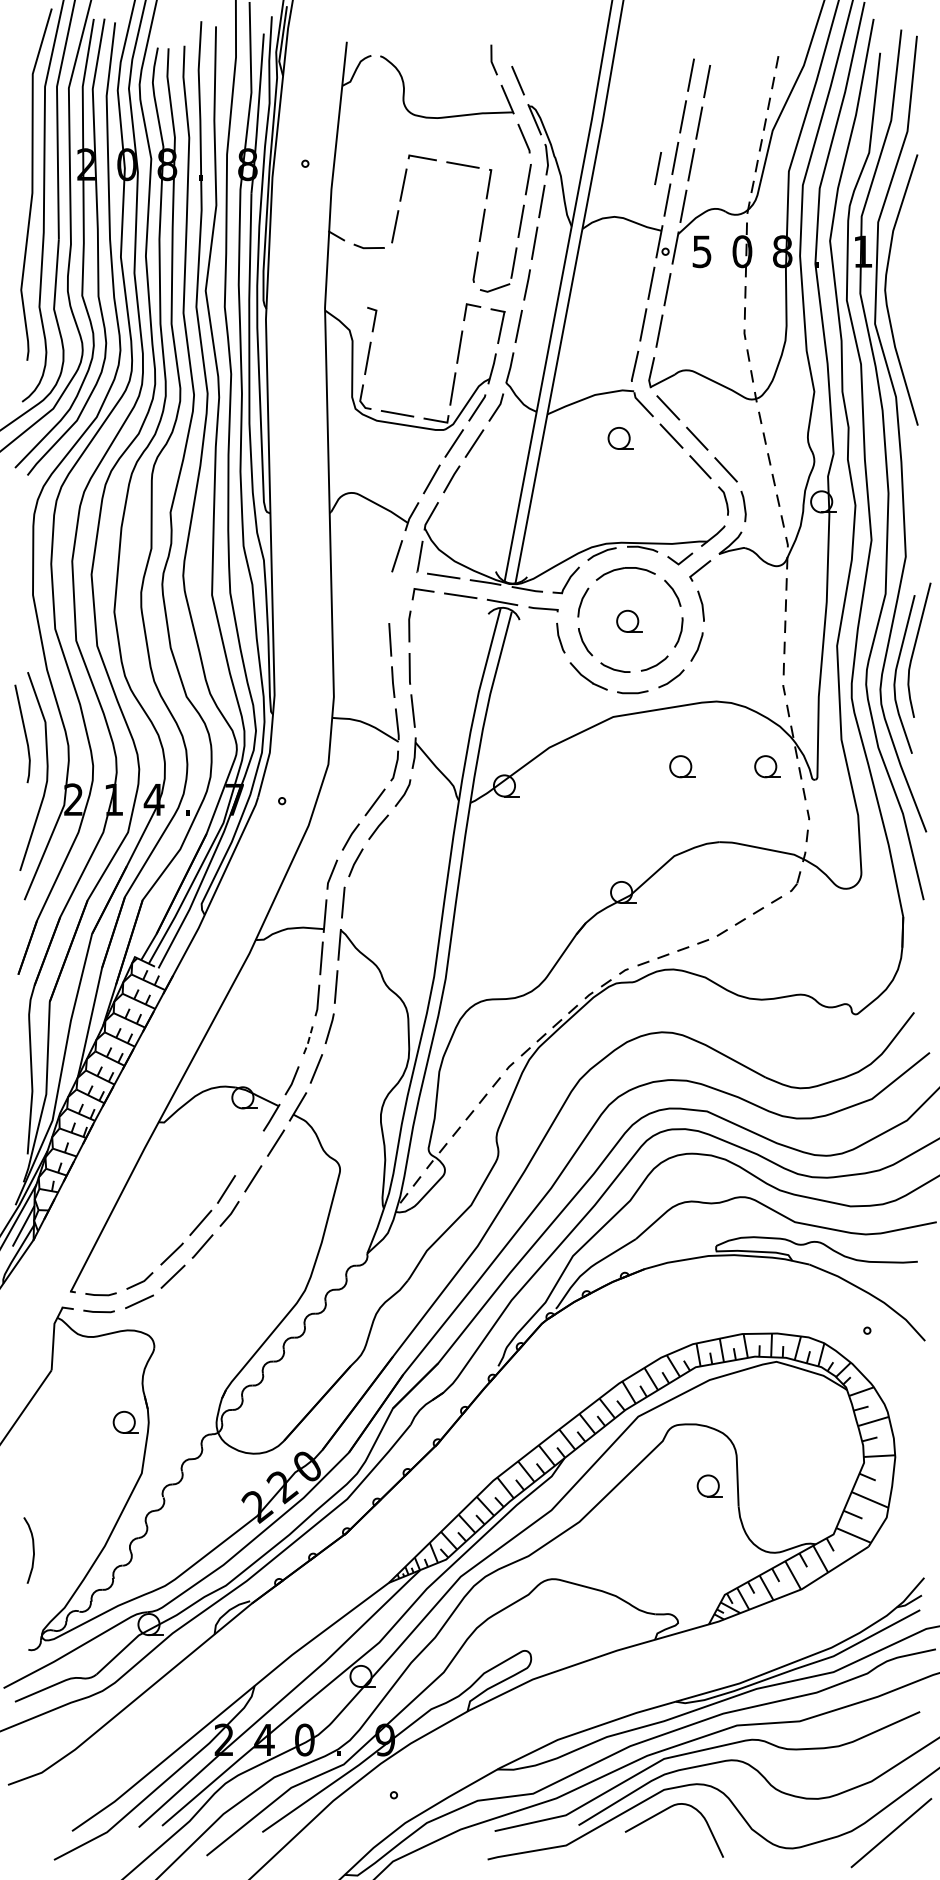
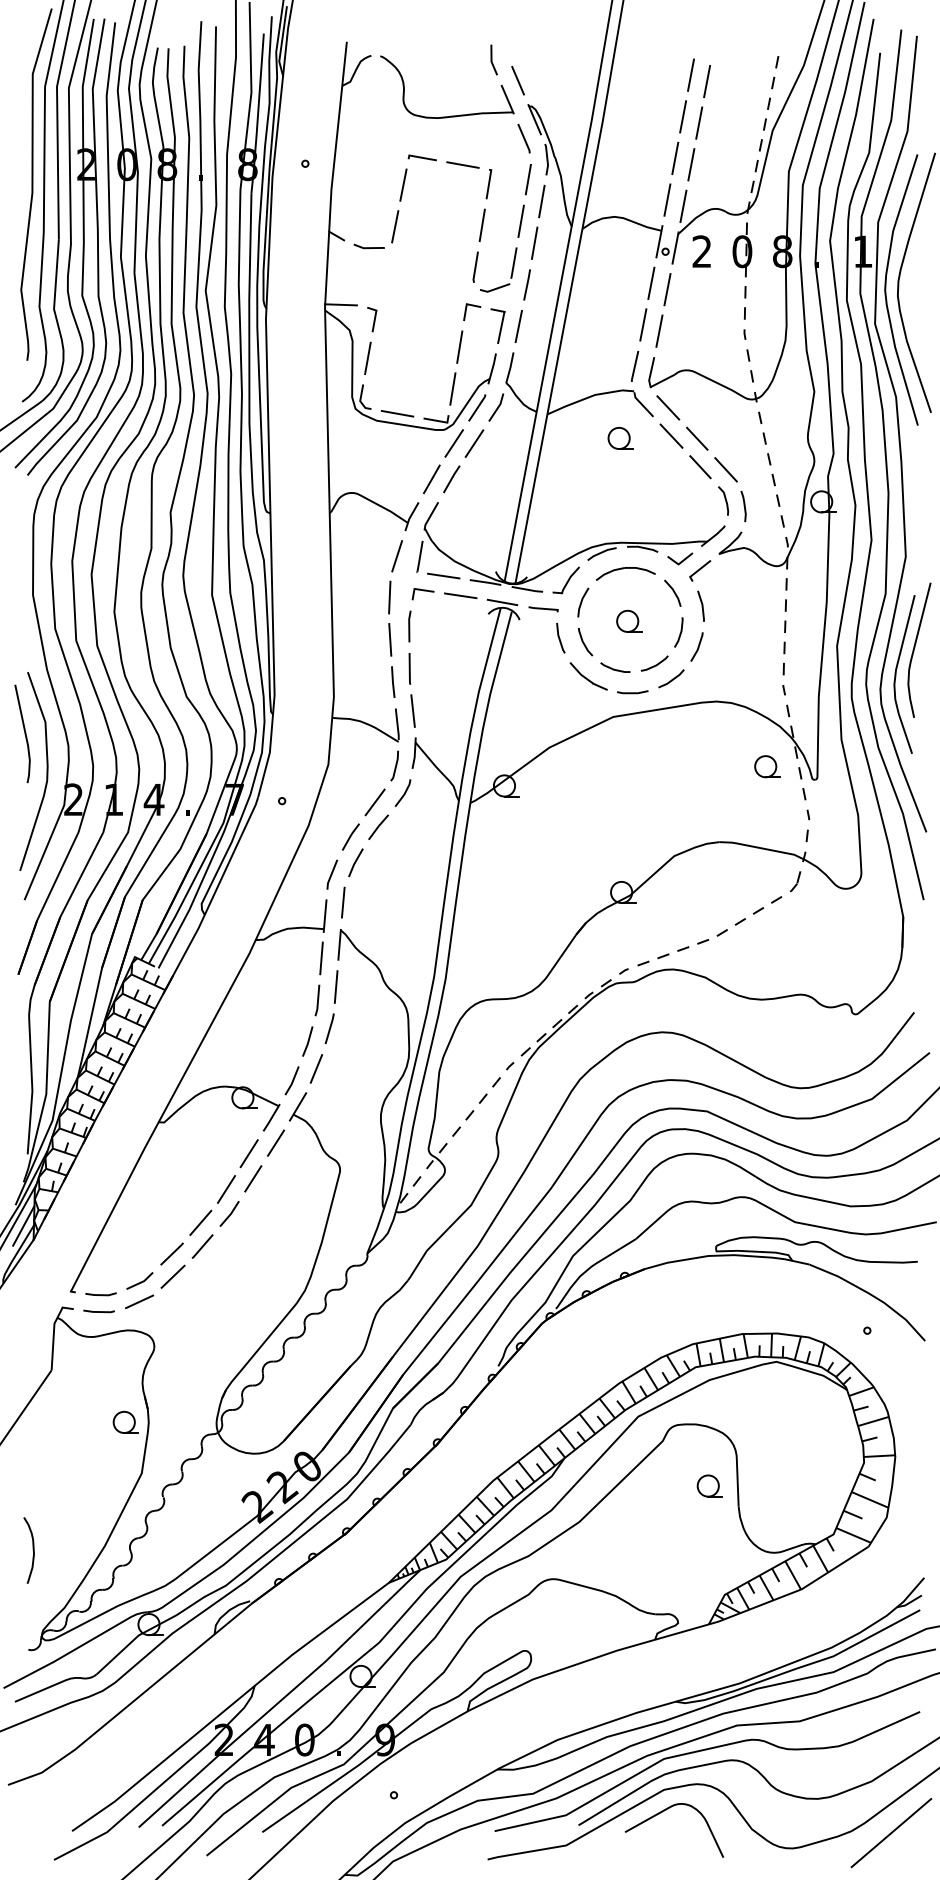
line at (657, 168): present -> none
text at (701, 251): 5 -> 2
curve at (900, 277): none -> present
line at (340, 304): none -> present
line at (389, 597): none -> present
part at (682, 766): present -> none
line at (308, 1042): dashed -> solid
line at (248, 1153): none -> present
